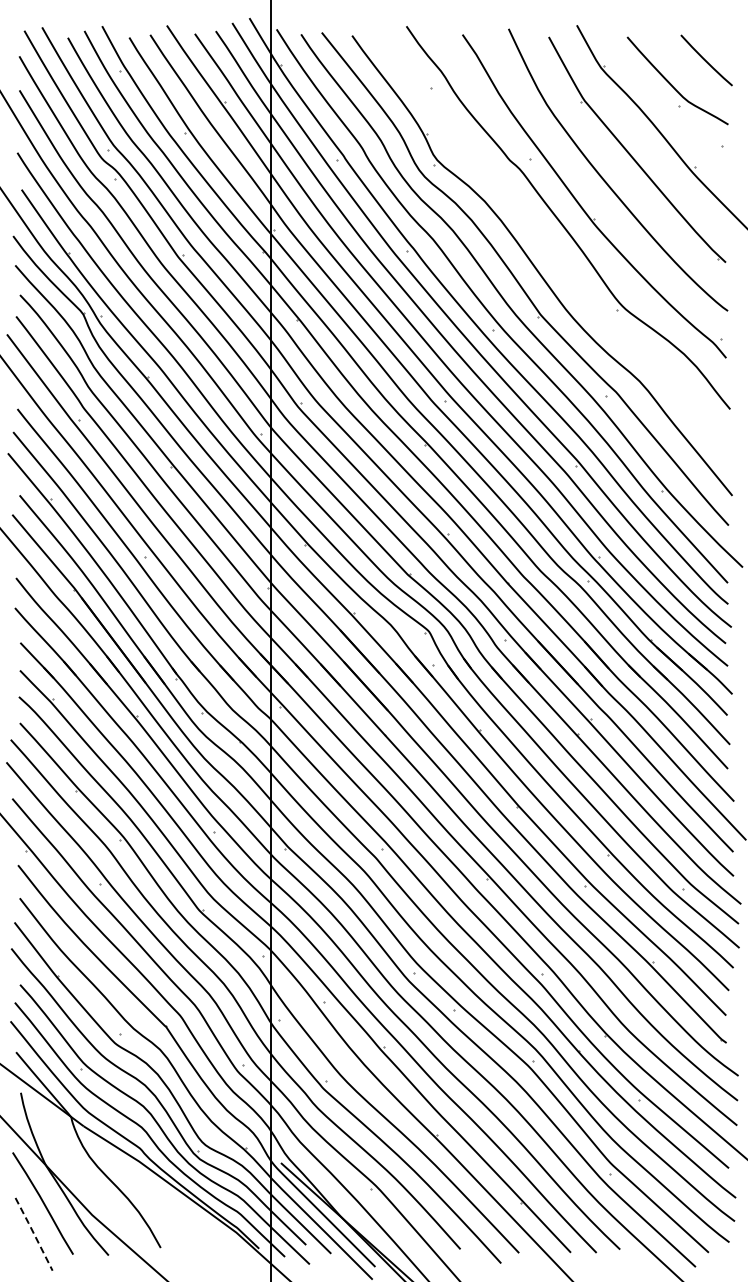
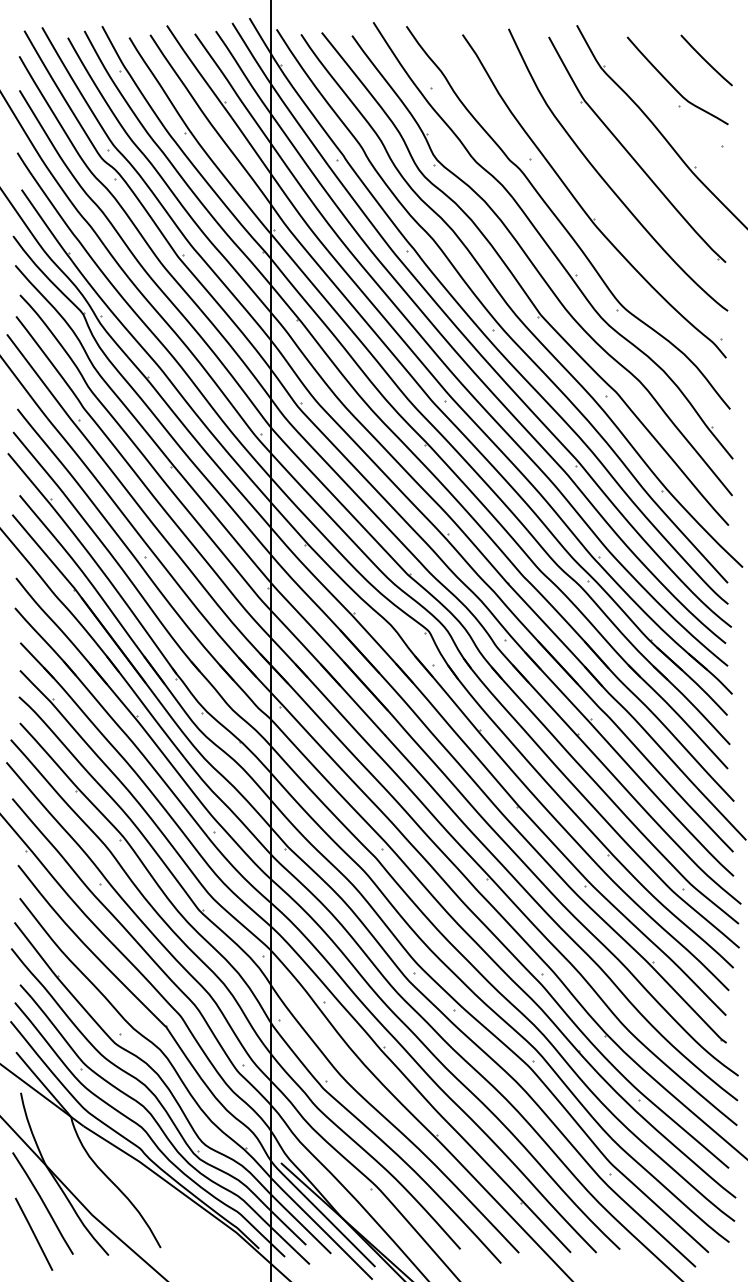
part at (552, 240): none -> present
line at (33, 1233): dashed -> solid
